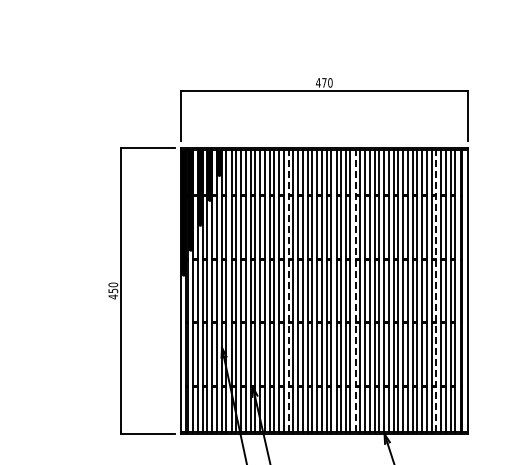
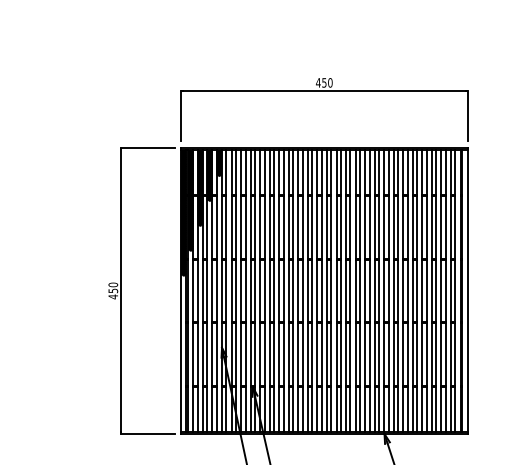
text at (324, 82): 470 -> 450
line at (288, 290): dashed -> solid
line at (355, 290): dashed -> solid
line at (436, 290): dashed -> solid
